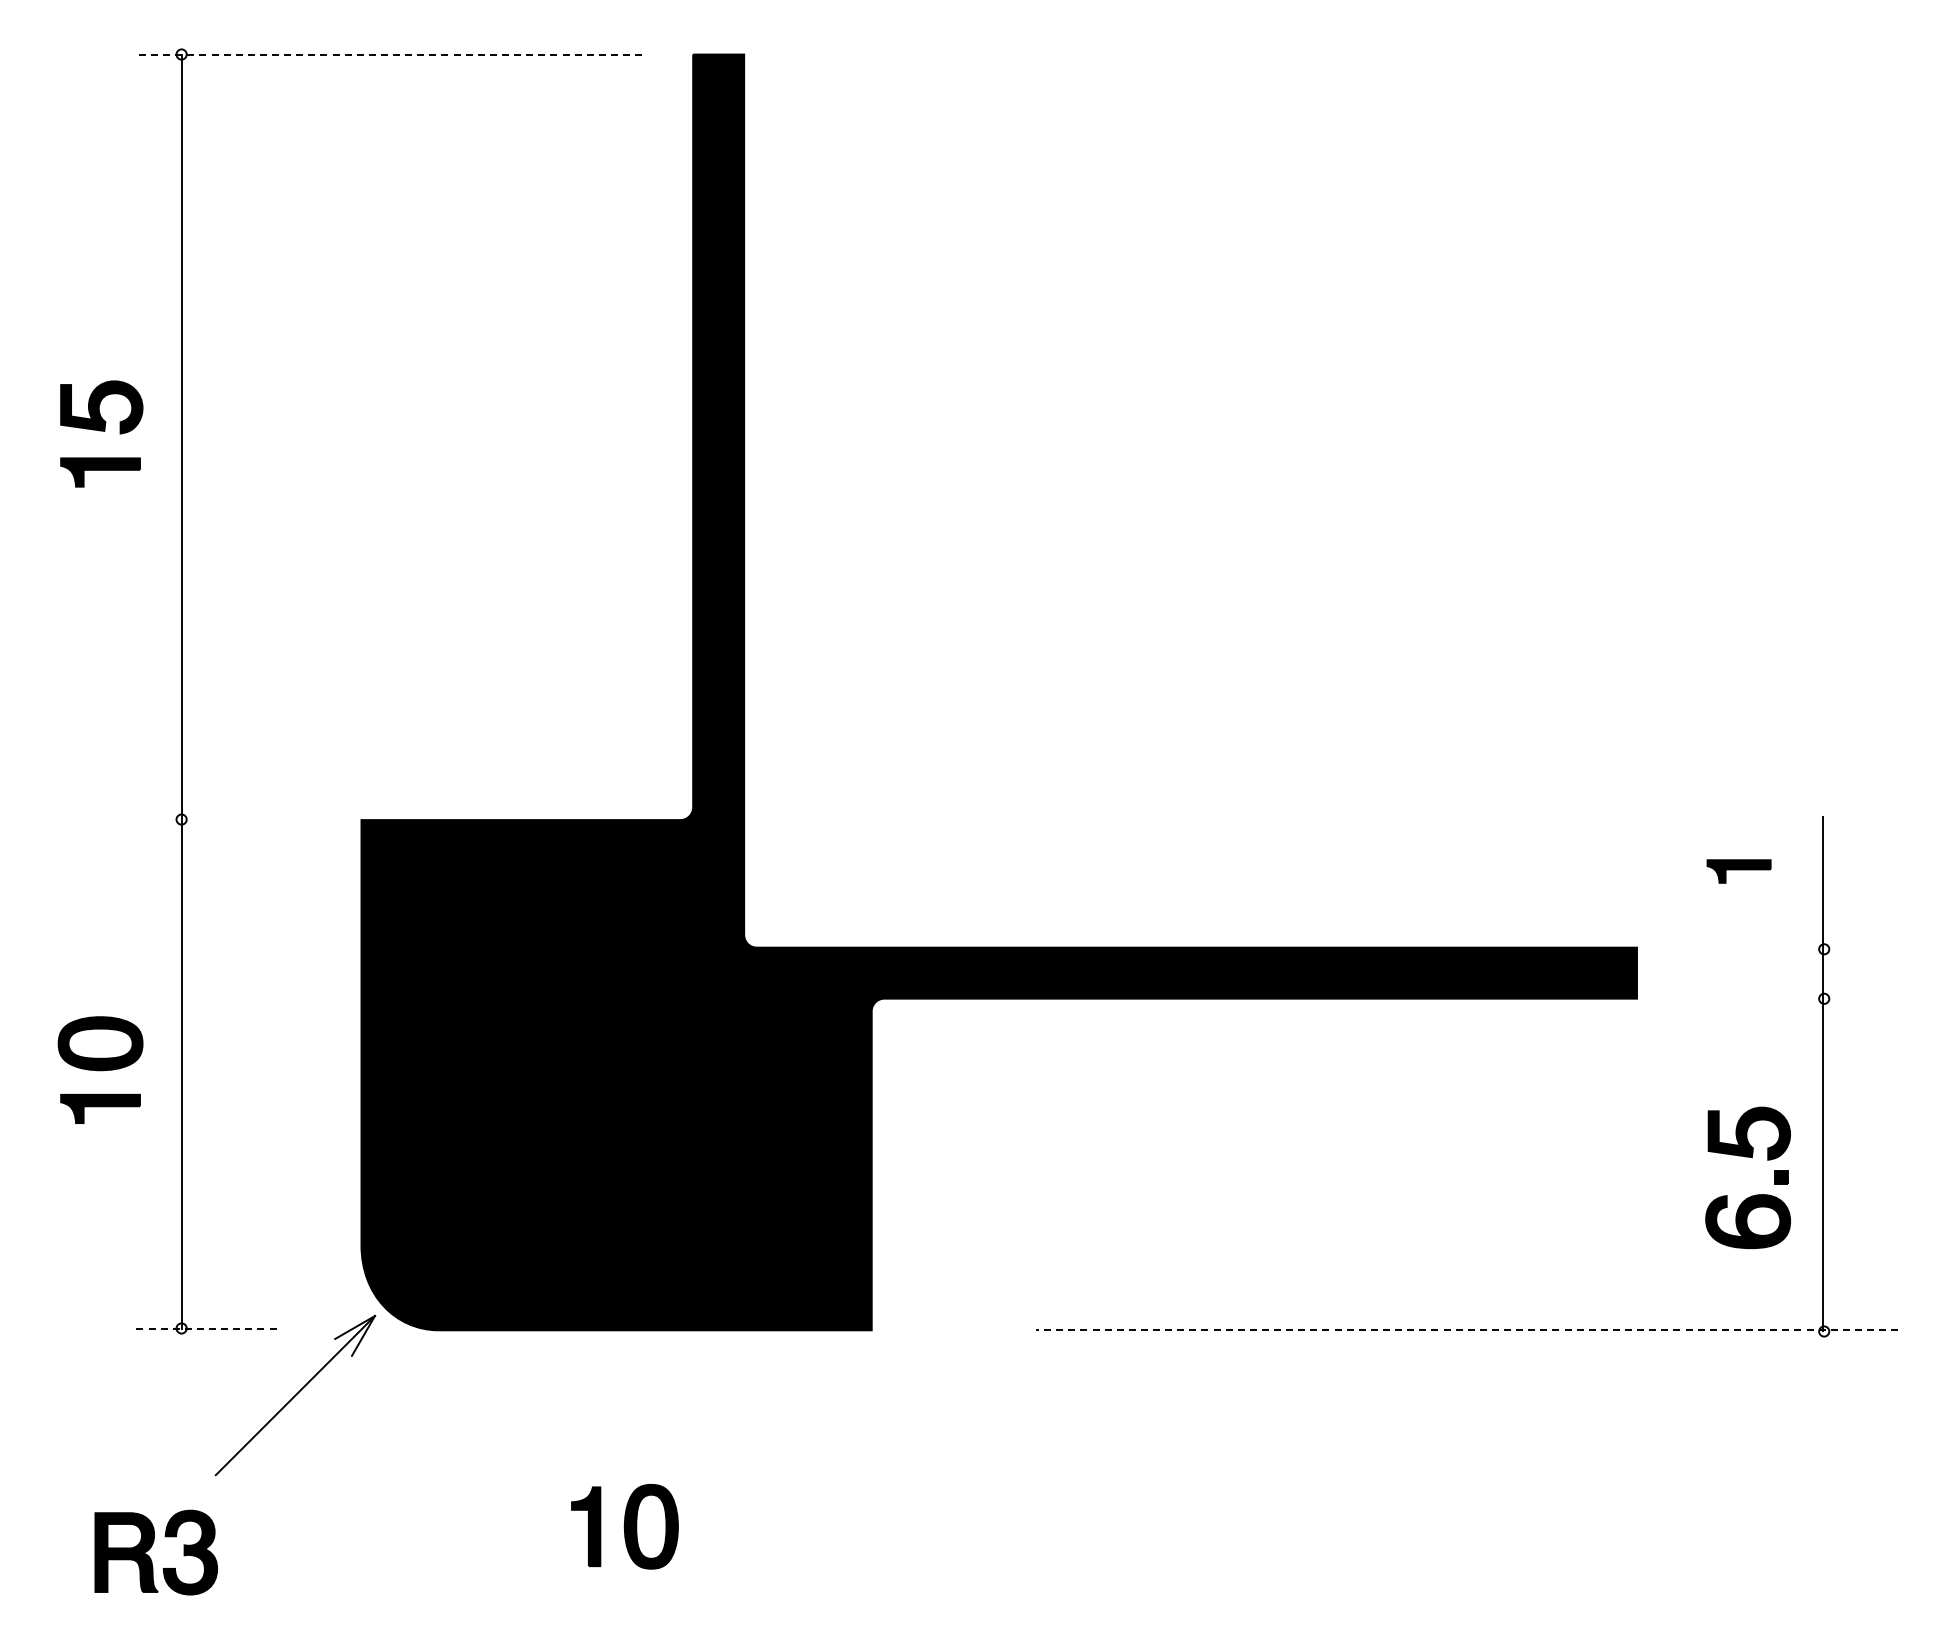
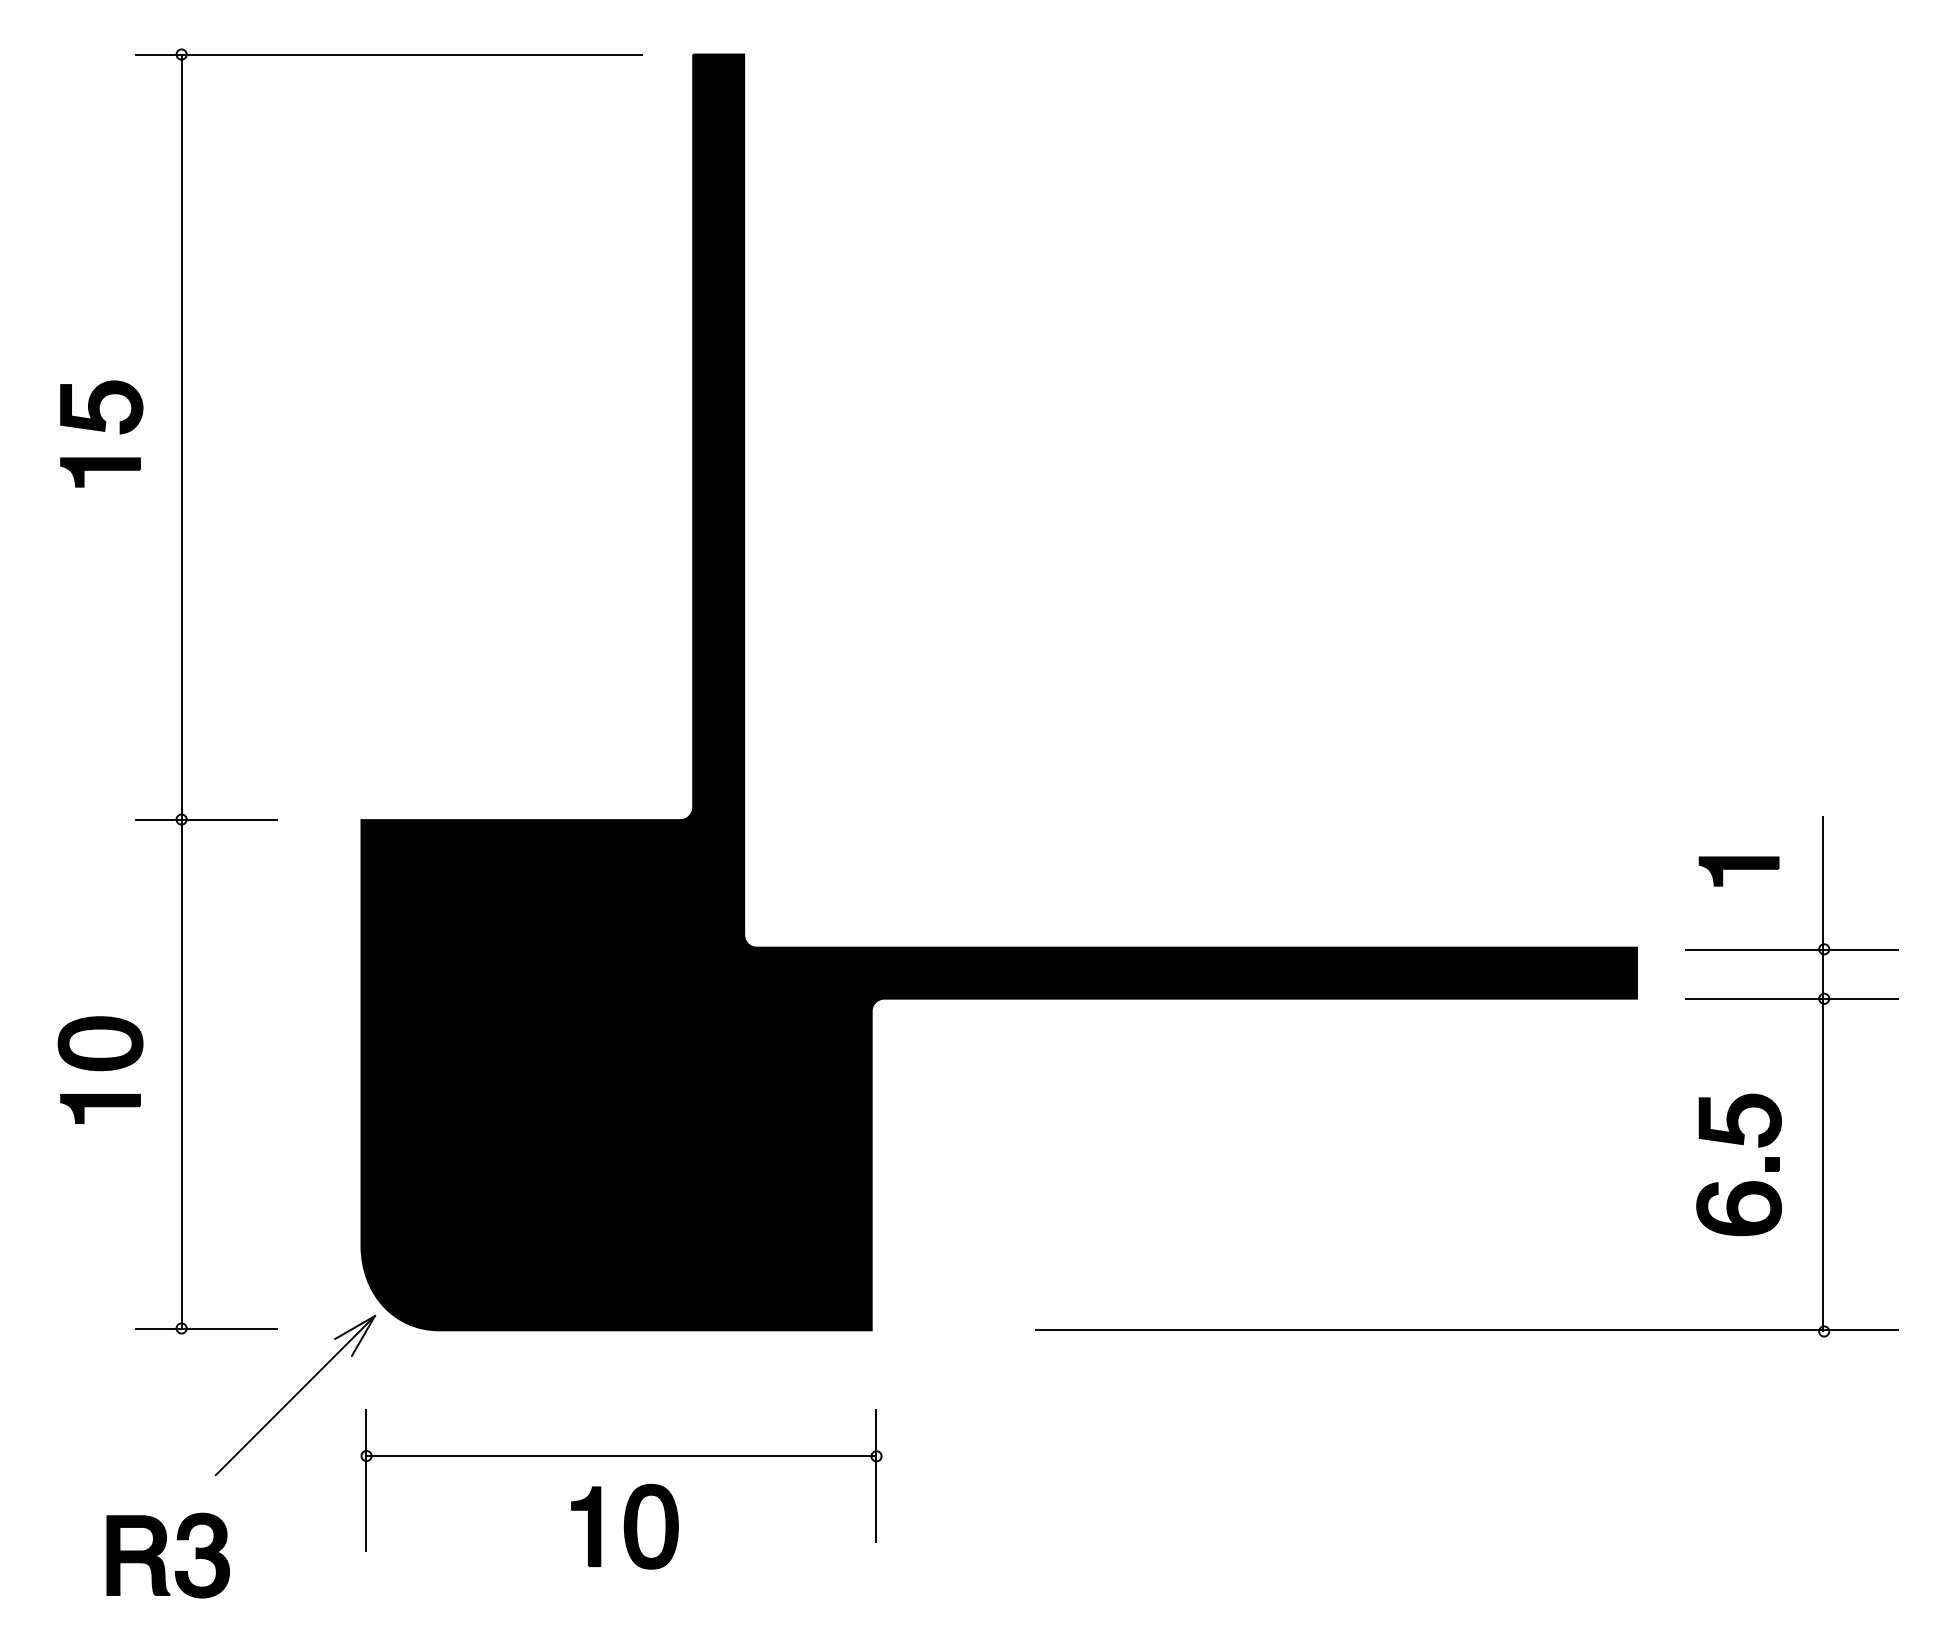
line at (388, 54): dashed -> solid
line at (206, 819): none -> present
part at (1738, 871) size: 66x25 px -> 82x31 px
line at (1791, 950): none -> present
line at (1791, 998): none -> present
part at (1751, 1195) position: (1751, 1195) -> (1742, 1182)
line at (205, 1328): dashed -> solid
line at (1466, 1330): dashed -> solid
part at (621, 1456): none -> present
part at (149, 1550) position: (149, 1550) -> (161, 1553)
